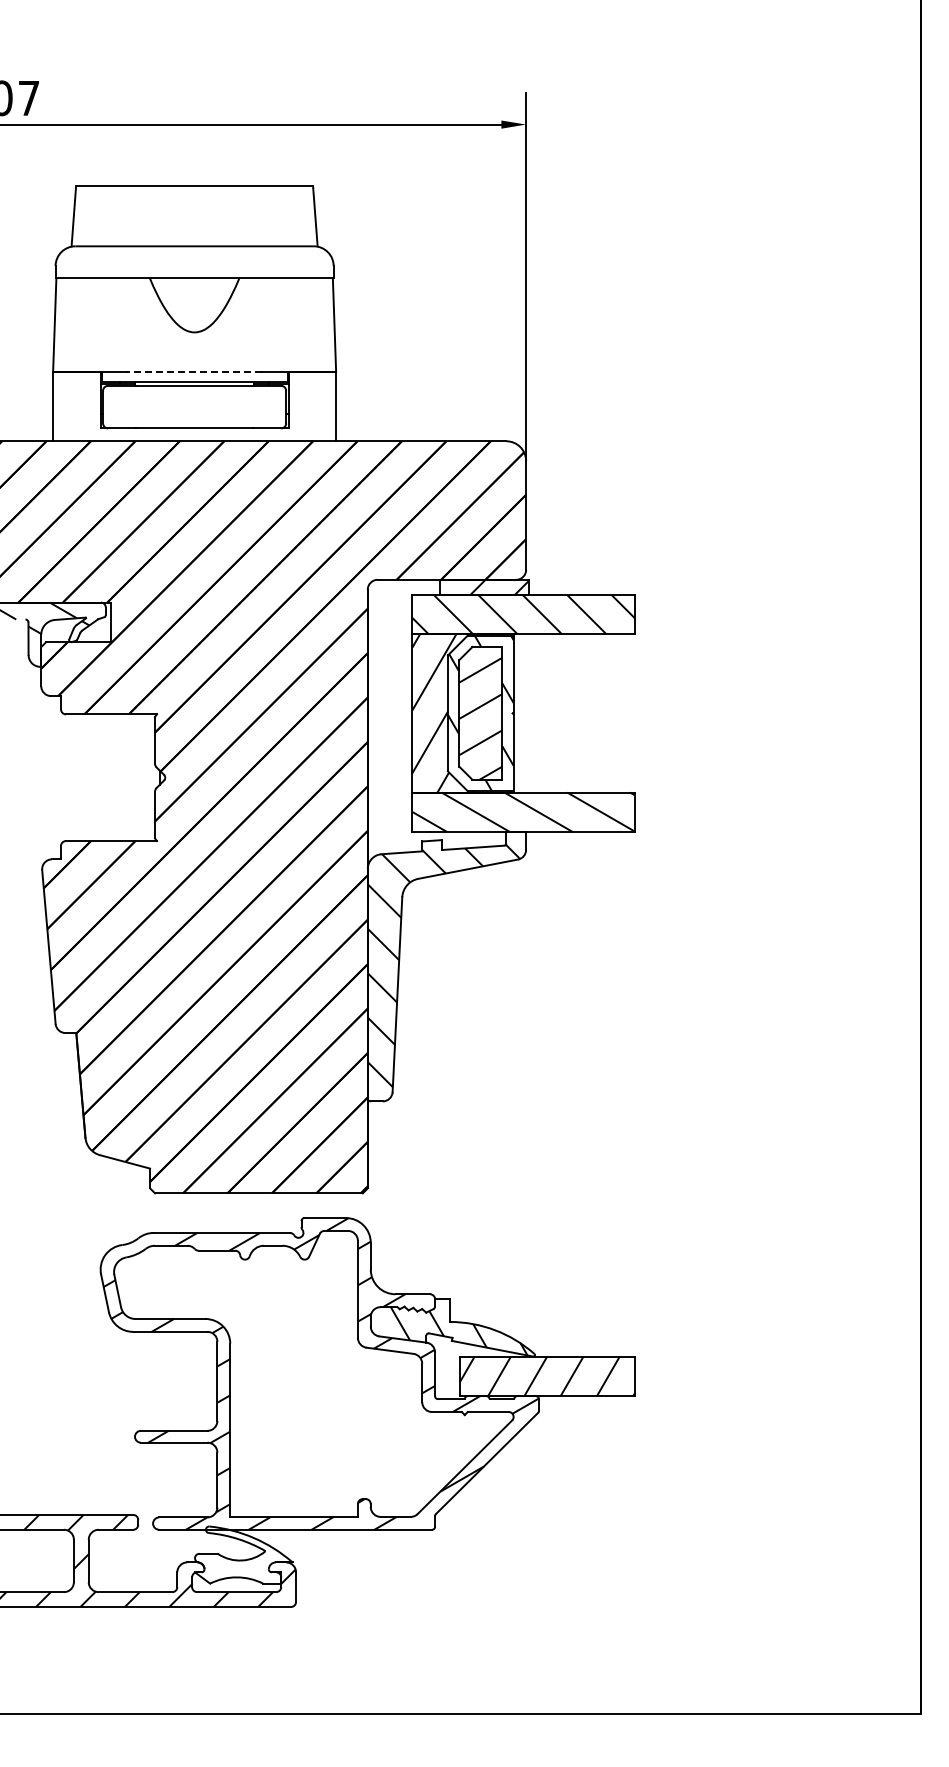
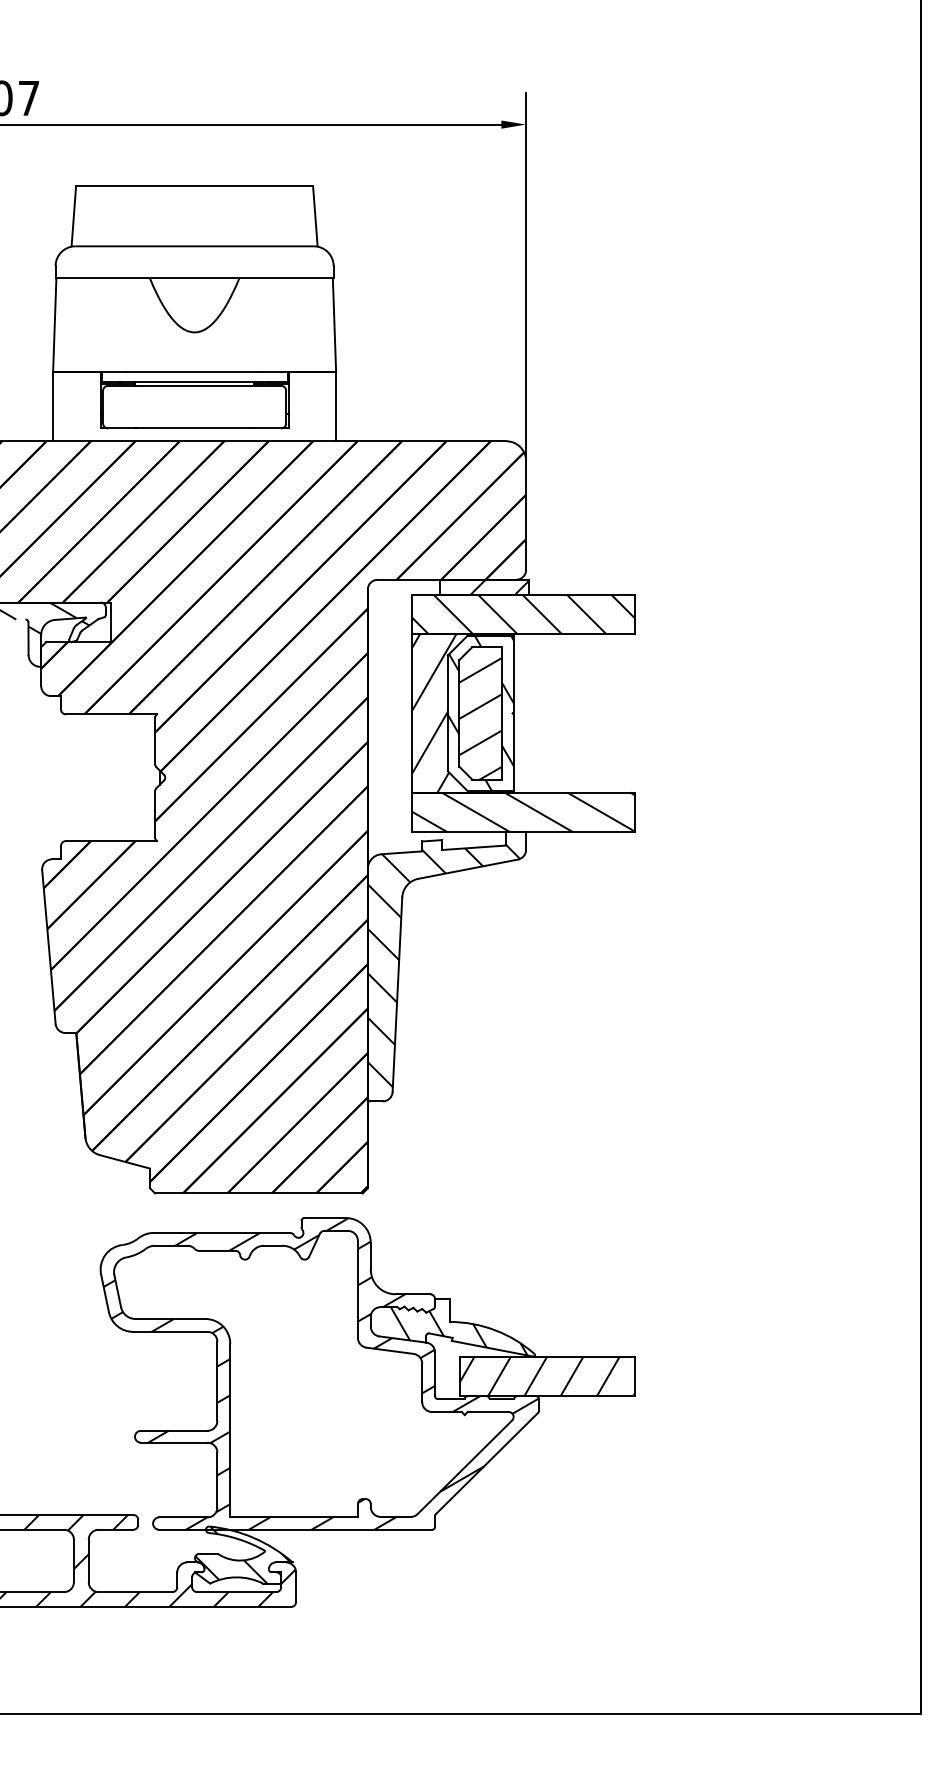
line at (194, 372): dashed -> solid
hatch at (242, 1554): none -> present
